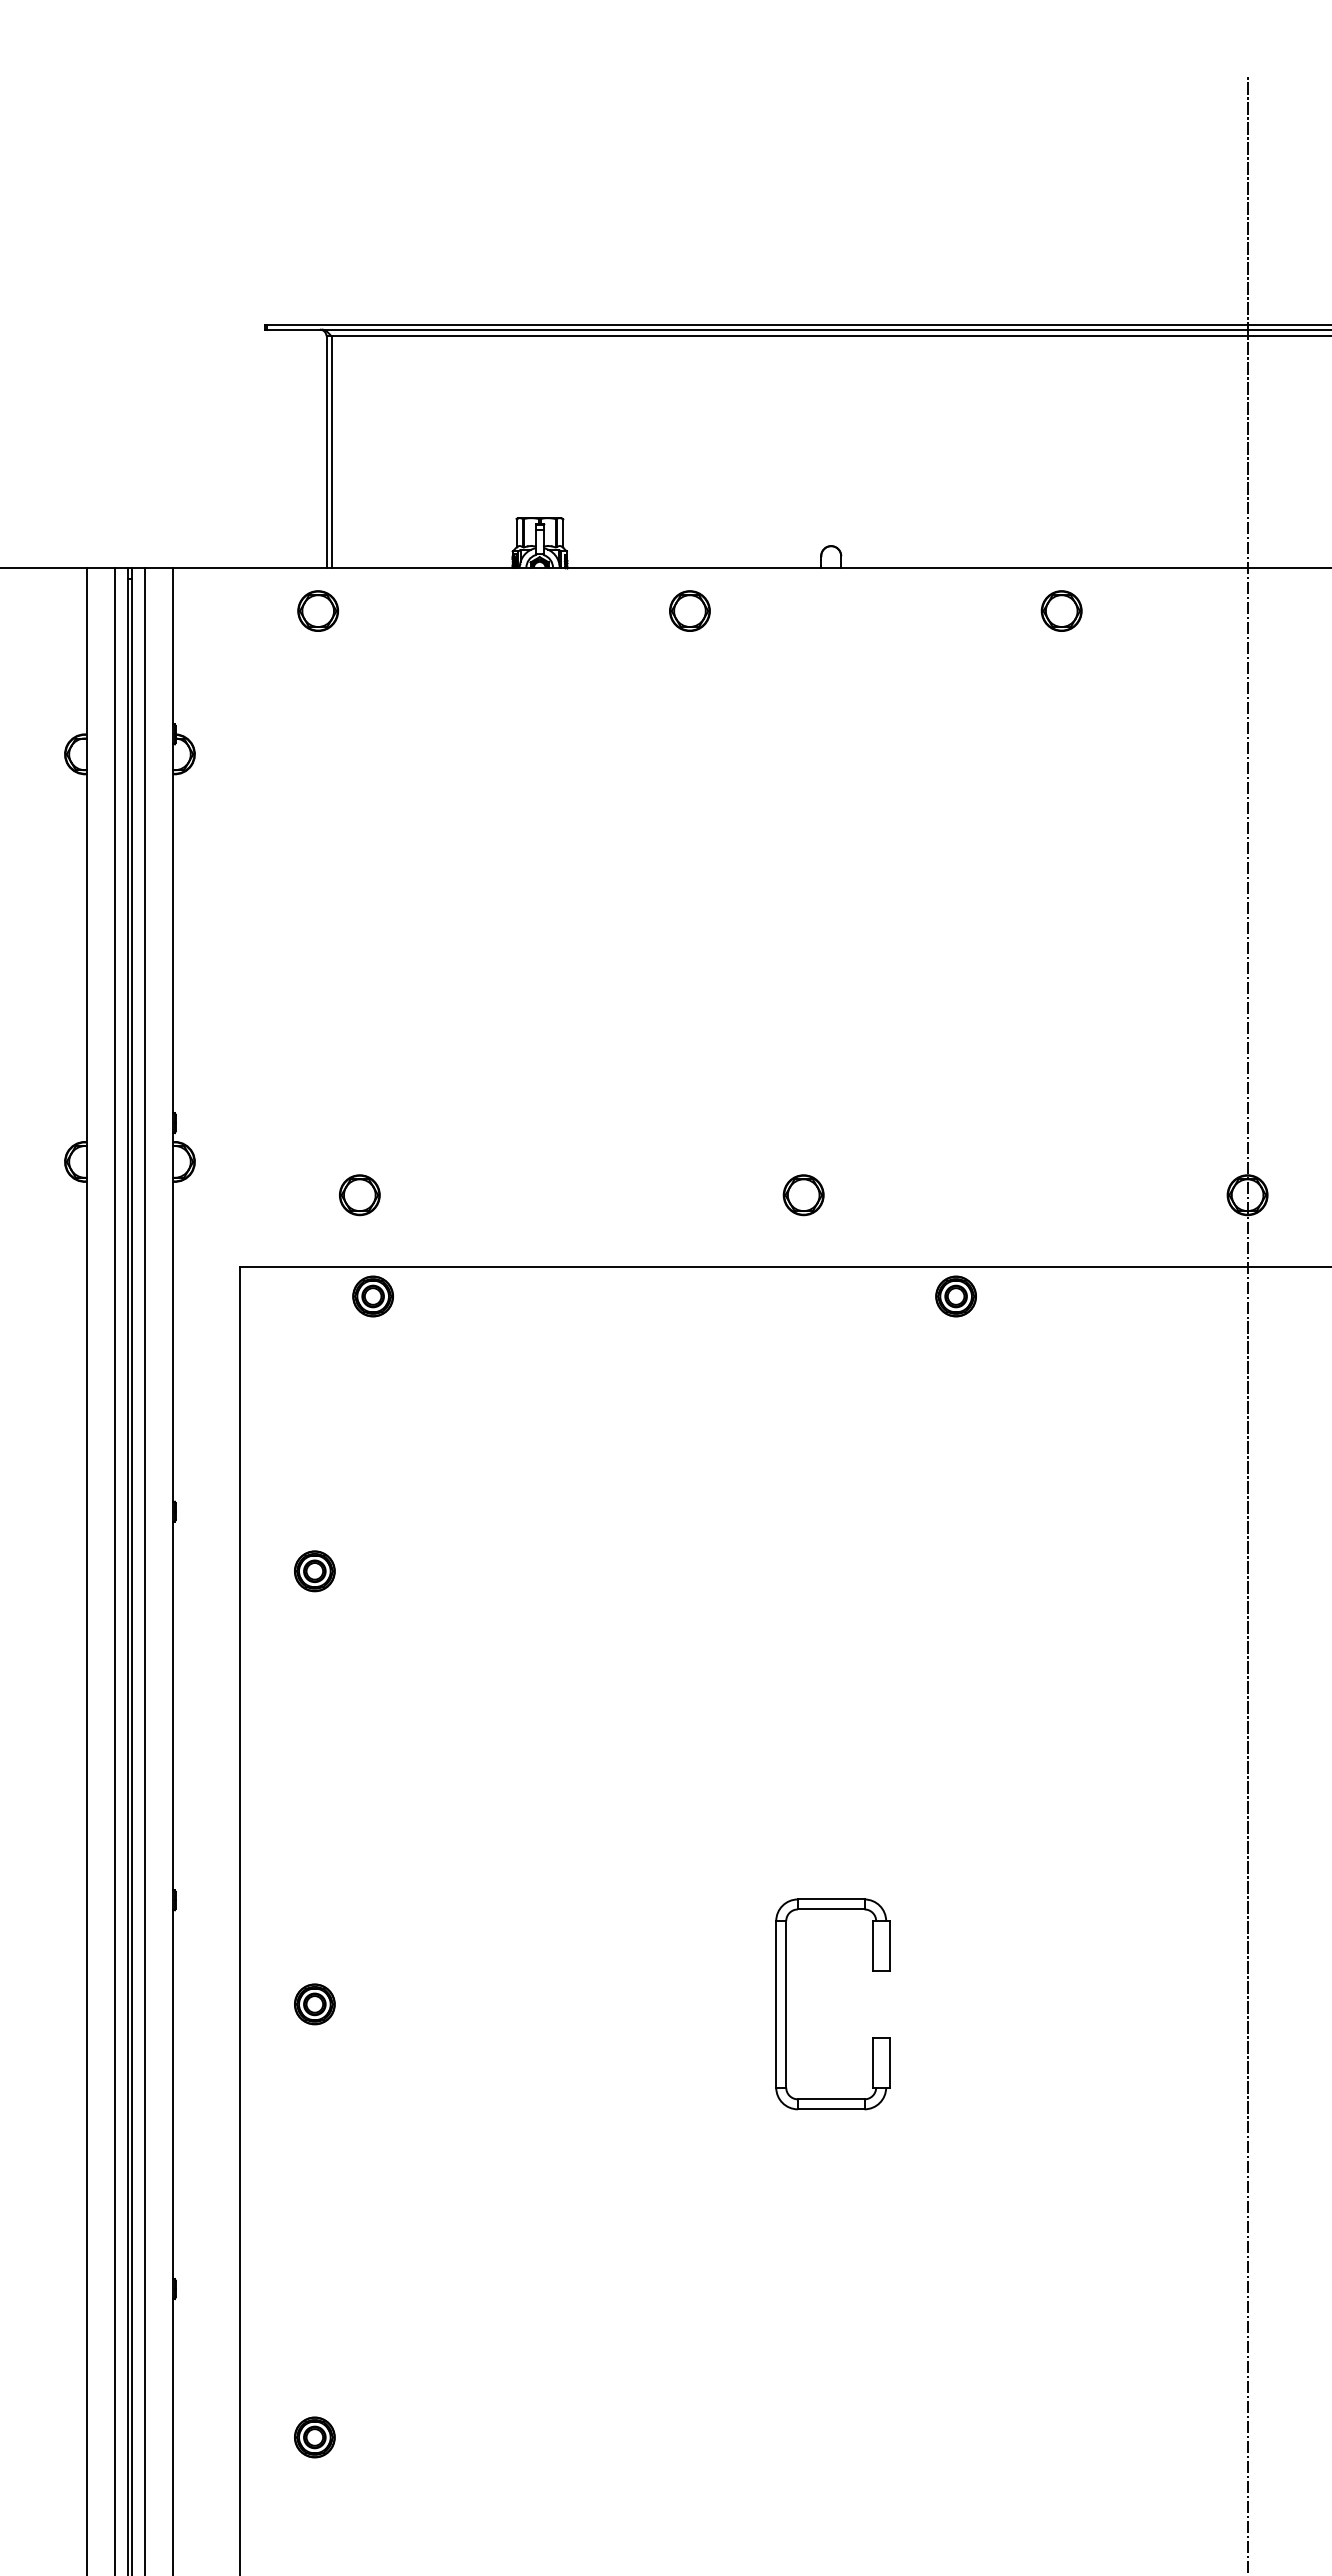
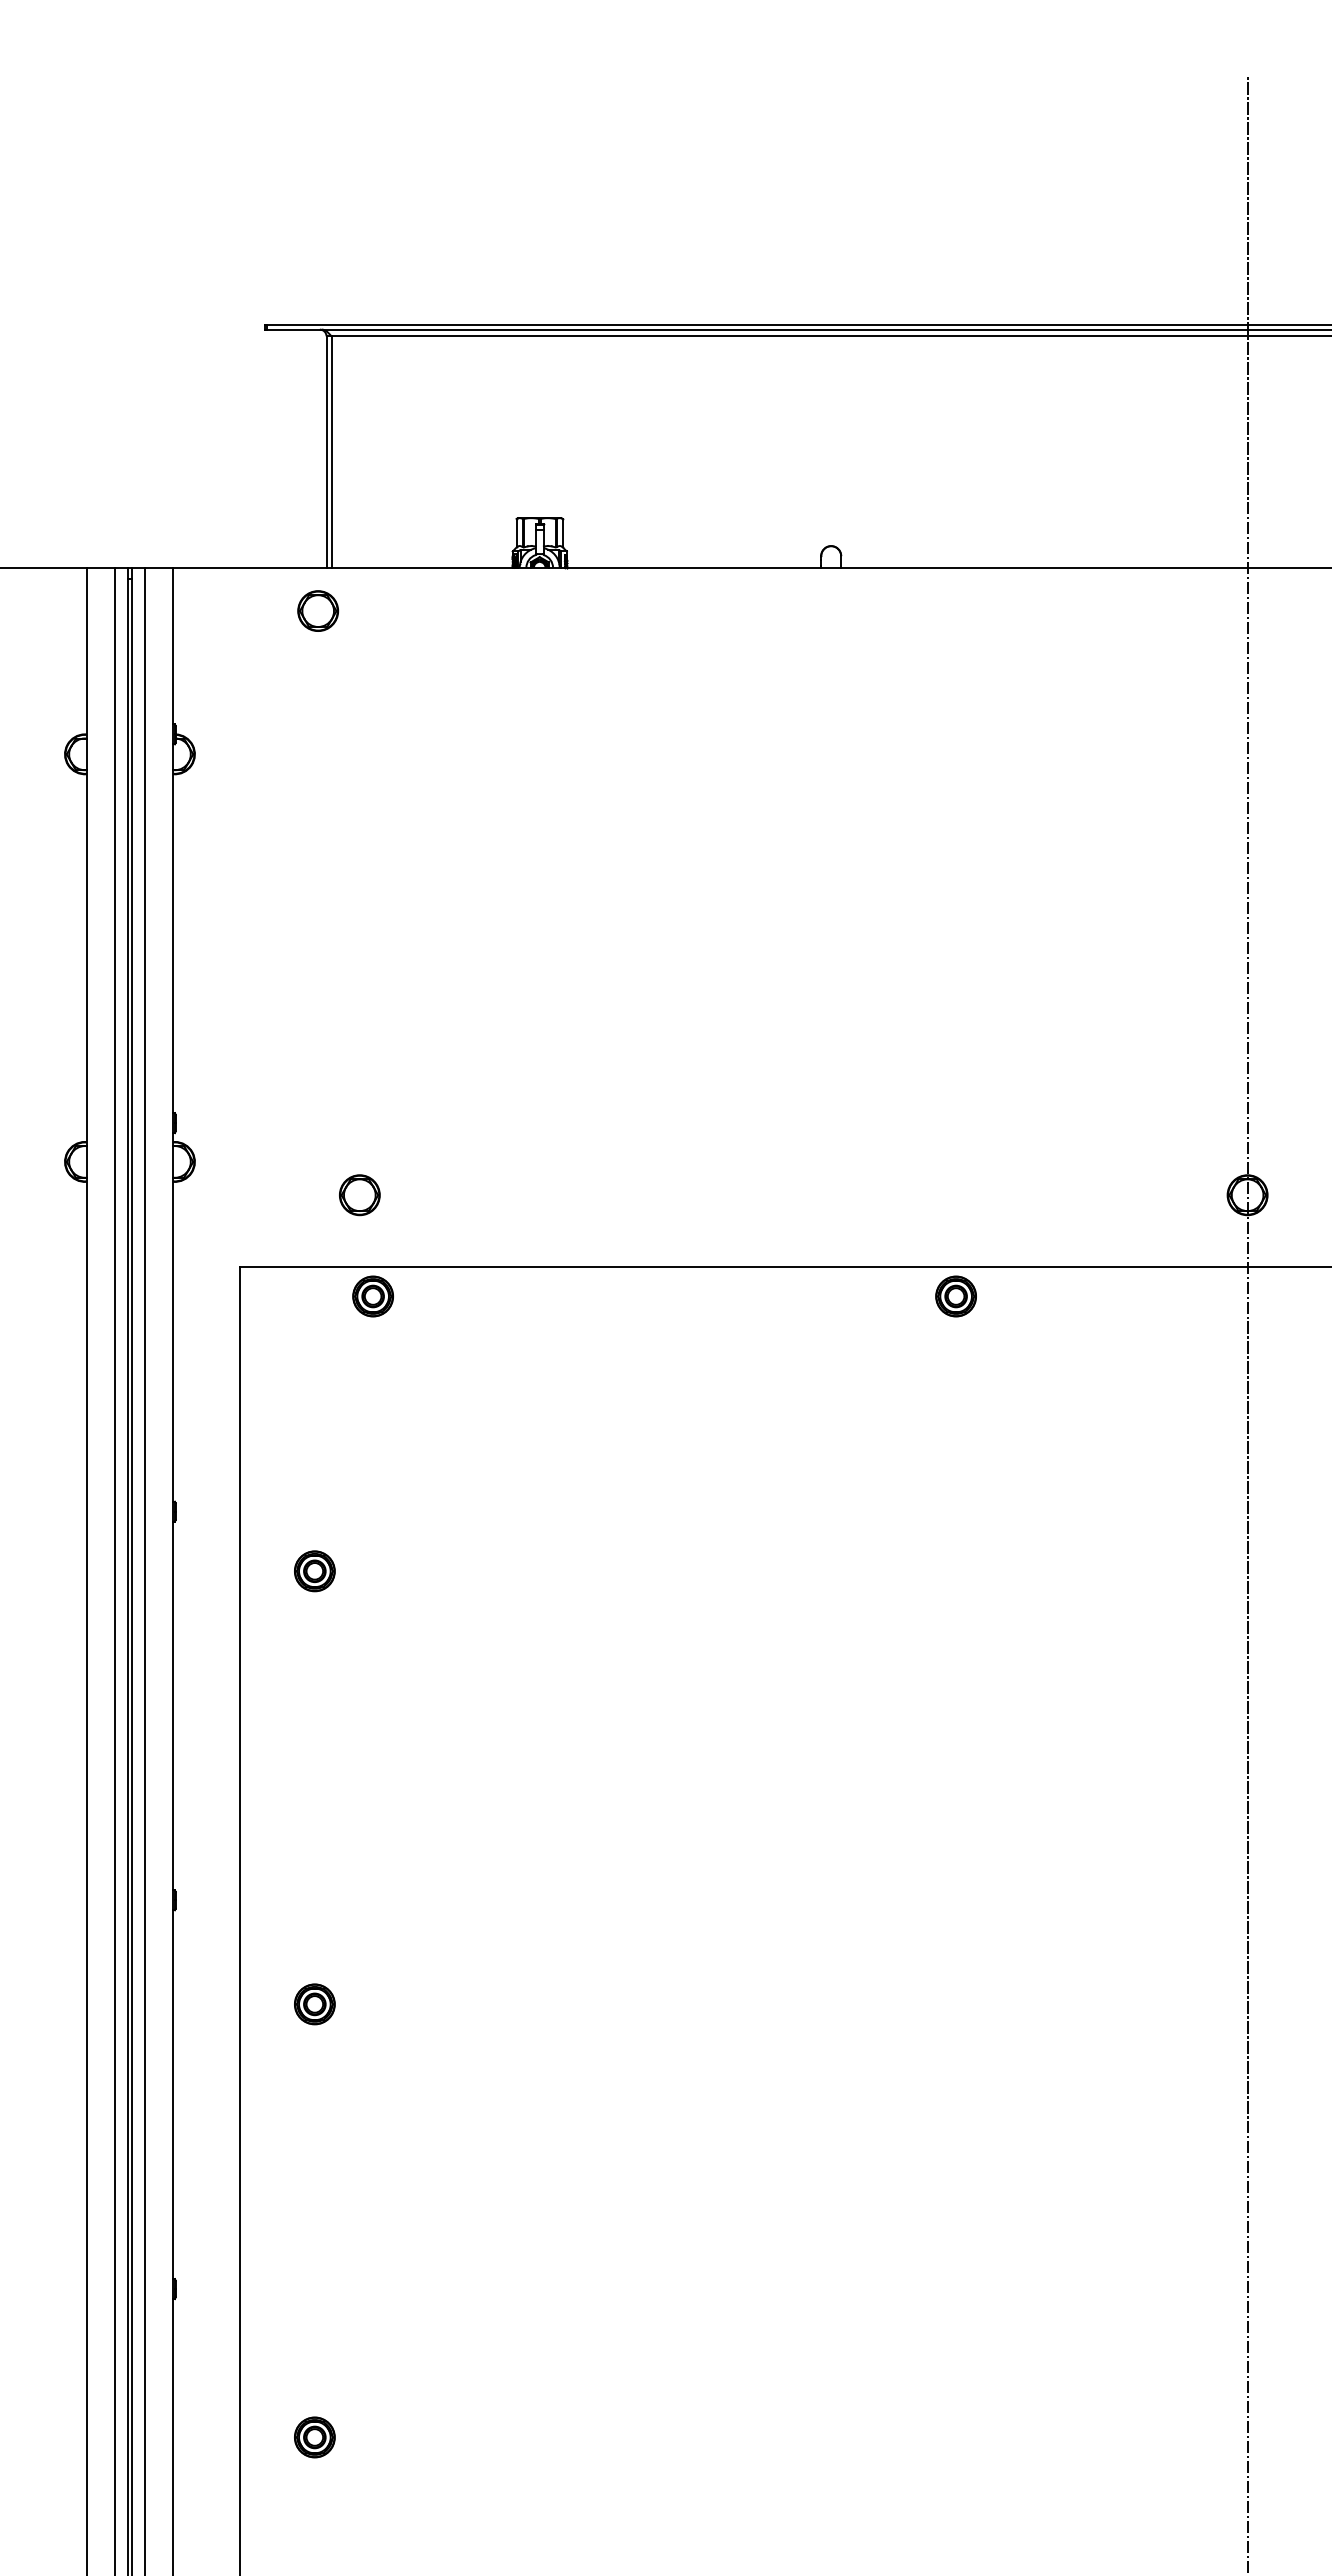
part at (689, 610): present -> none
part at (1061, 610): present -> none
part at (803, 1195): present -> none
part at (786, 2004): present -> none
